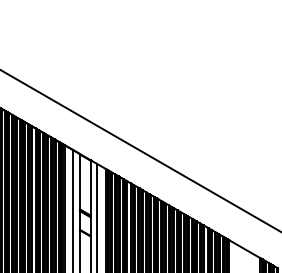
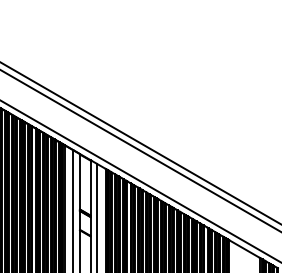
line at (140, 142): none -> present
line at (140, 180): none -> present
